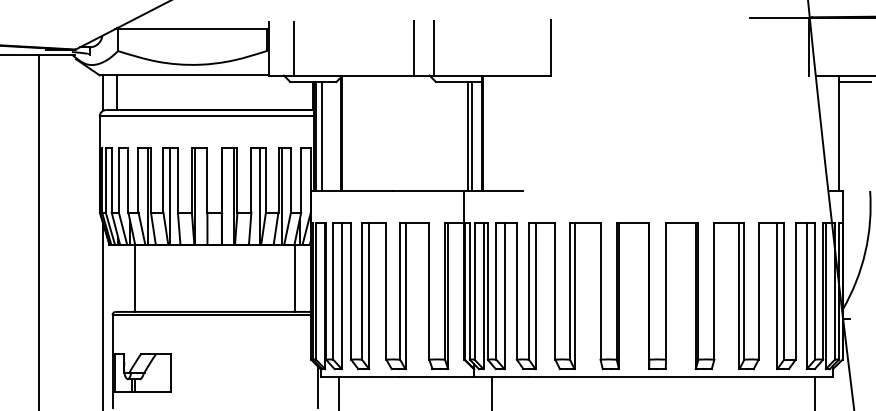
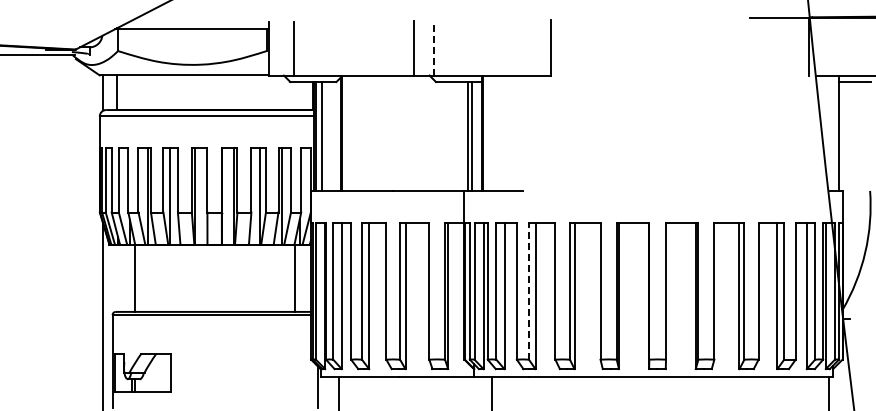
line at (434, 47): solid -> dashed
line at (39, 231): present -> none
line at (528, 290): solid -> dashed
line at (815, 391) position: (815, 391) -> (829, 391)
